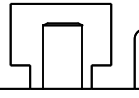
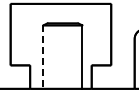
line at (43, 57): solid -> dashed
